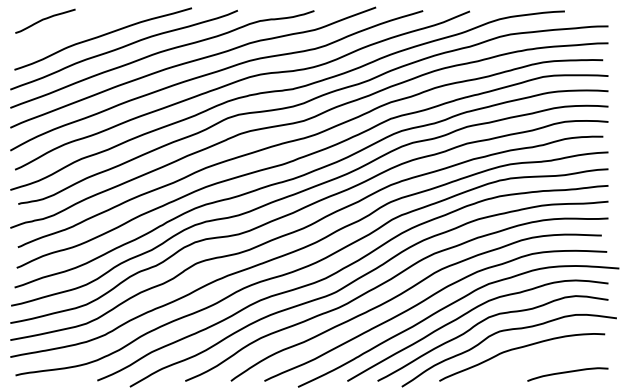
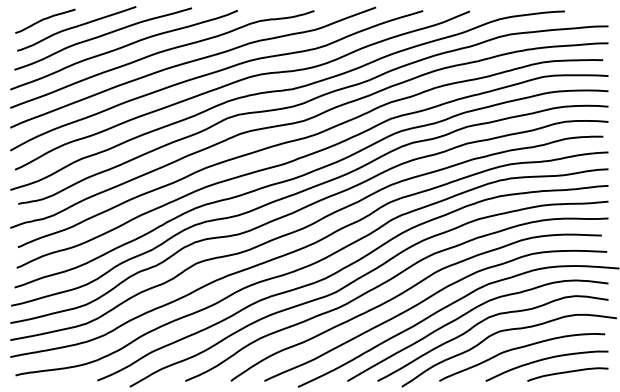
curve at (76, 27): none -> present
curve at (543, 360): none -> present
